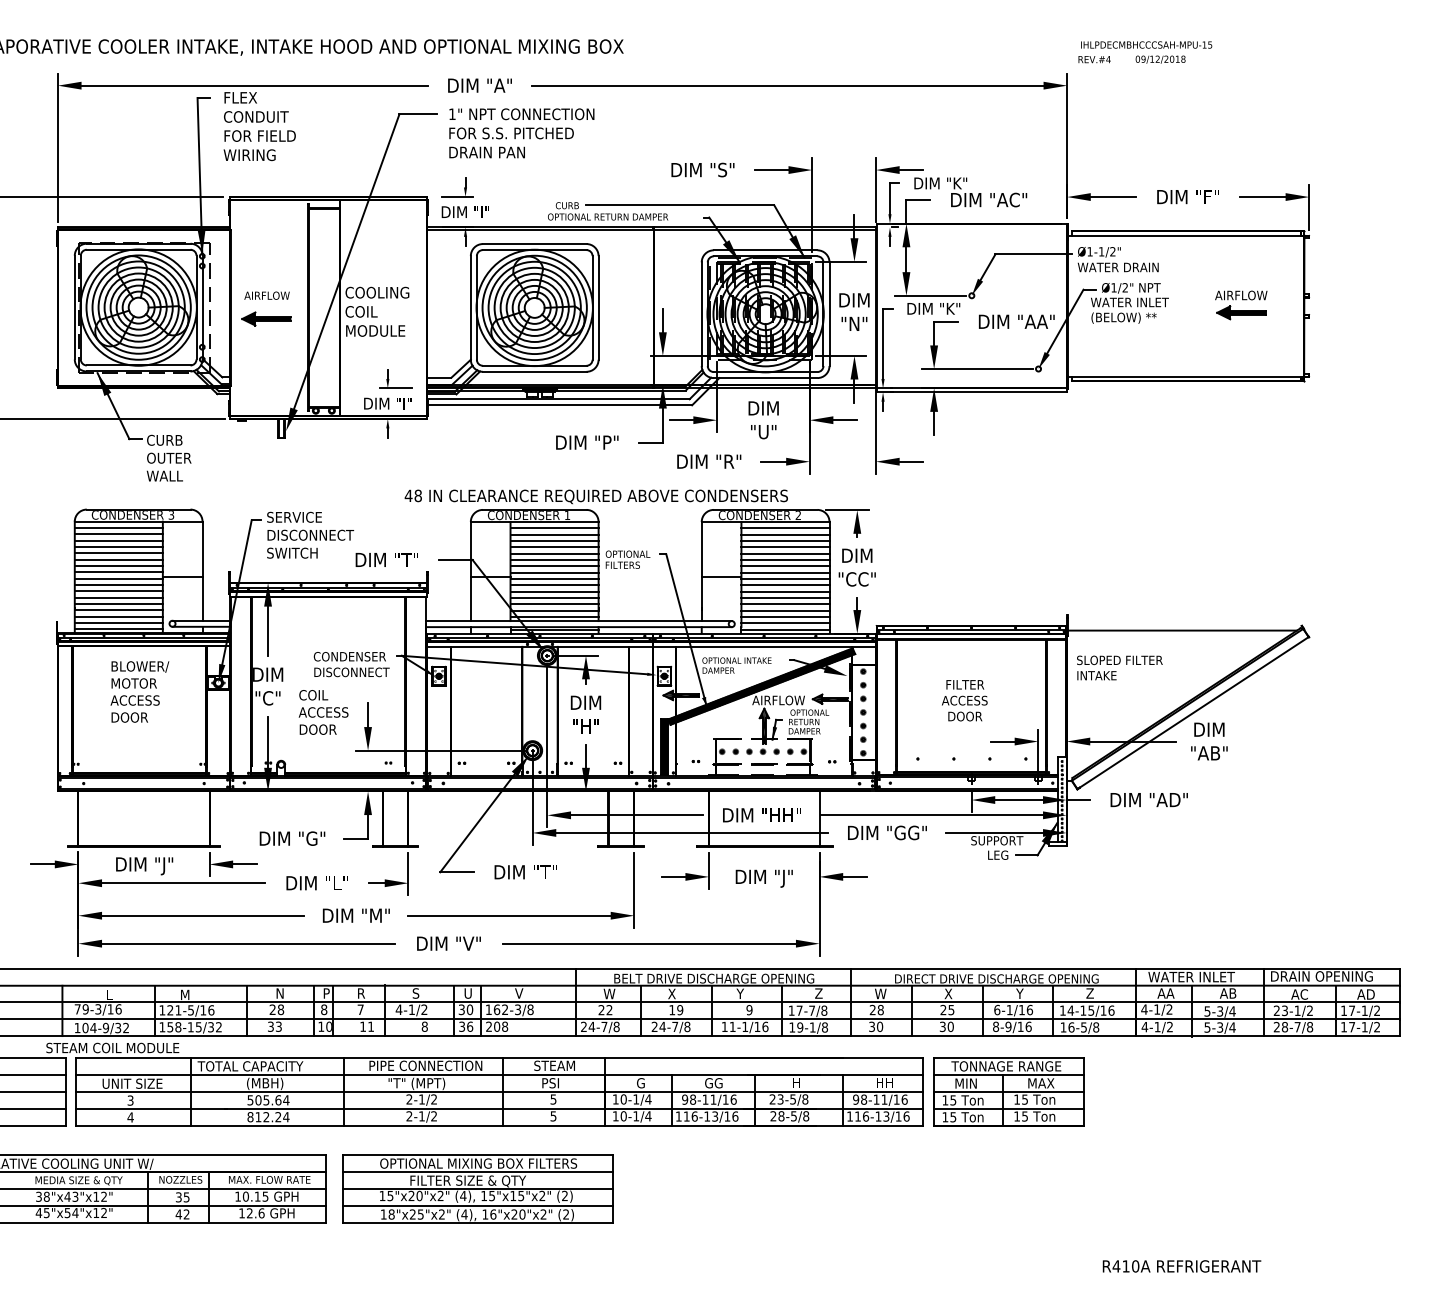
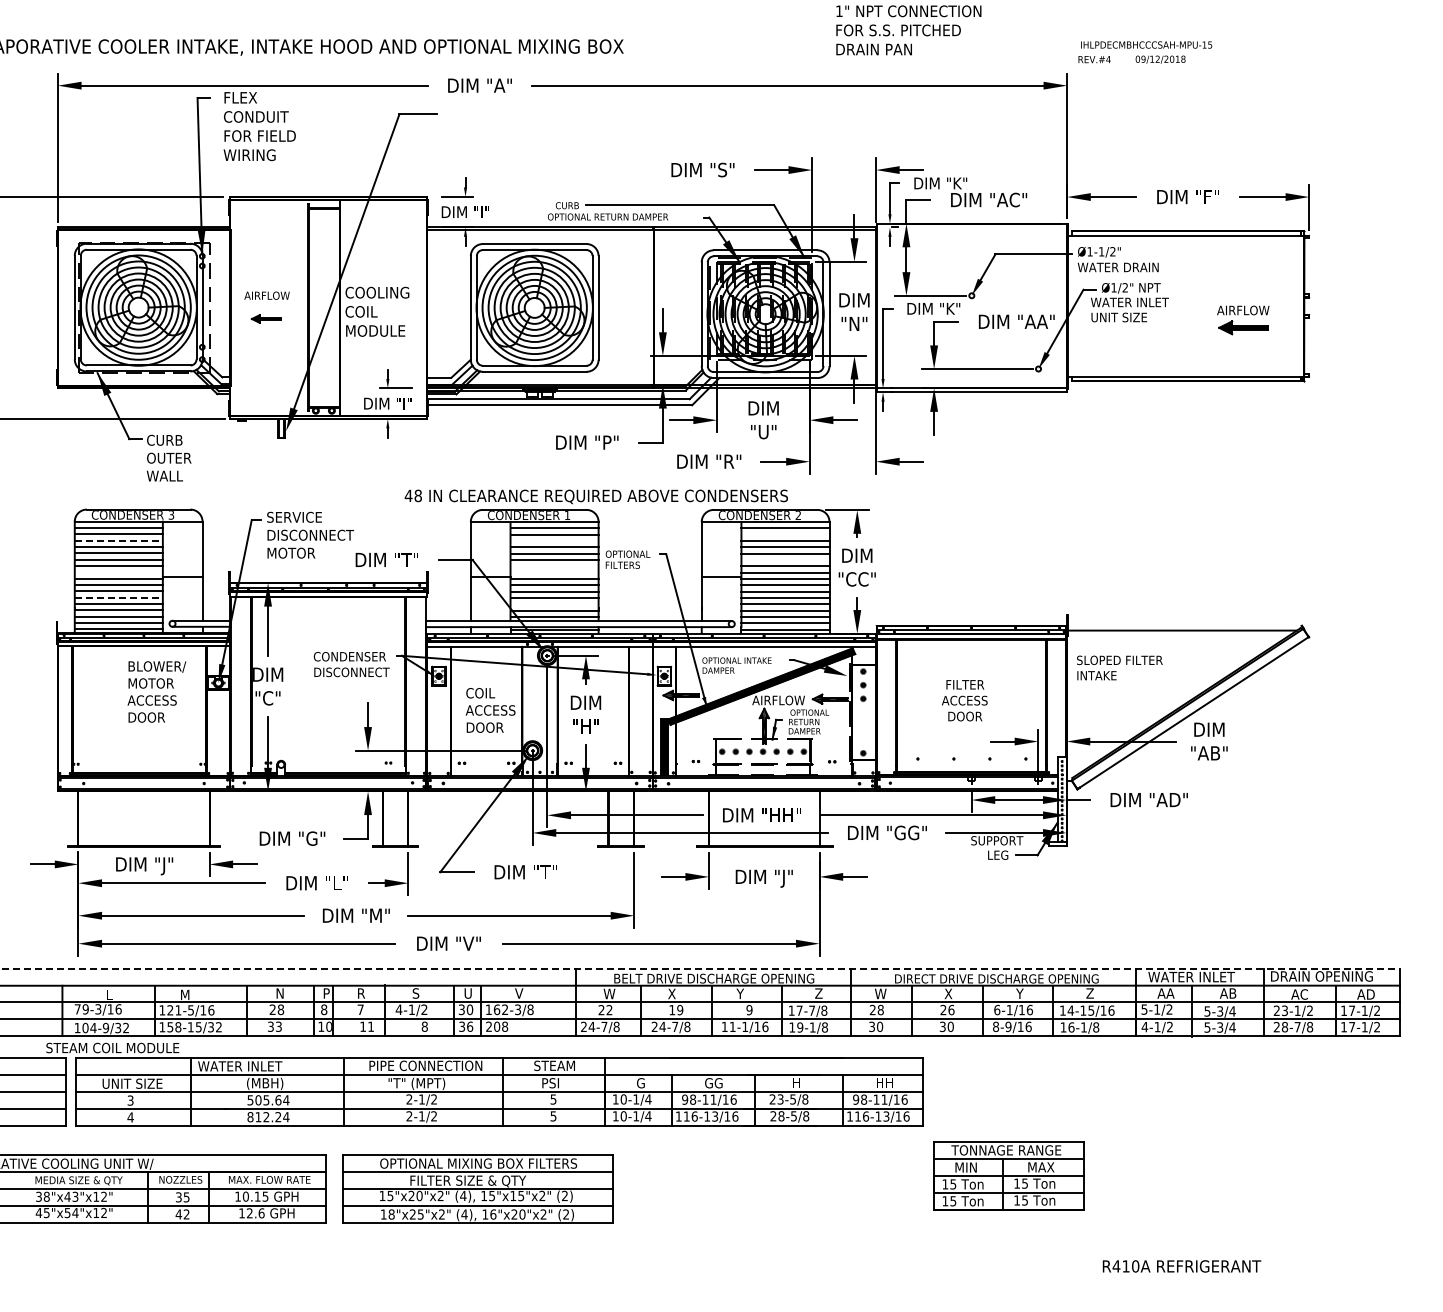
text at (521, 133) position: (521, 133) -> (908, 30)
part at (1241, 305) position: (1241, 305) -> (1243, 320)
text at (1123, 317): (BELOW) ** -> UNIT SIZE
part at (266, 318) size: 51x16 px -> 32x10 px
line at (785, 534): present -> none
line at (119, 540): solid -> dashed
line at (554, 540): present -> none
text at (292, 552): SWITCH -> MOTOR
line at (785, 559): present -> none
line at (554, 566): present -> none
line at (118, 572): present -> none
line at (554, 572): present -> none
line at (119, 597): solid -> dashed
line at (554, 604): present -> none
text at (139, 691) position: (139, 691) -> (156, 691)
text at (323, 712) position: (323, 712) -> (490, 710)
part at (863, 725): present -> none
line at (699, 968): solid -> dashed
text at (951, 1009): 25 -> 26
text at (1144, 1009): 4-1/2 -> 5-1/2
text at (1083, 1027): 16-5/8 -> 16-1/8
text at (250, 1066): TOTAL CAPACITY -> WATER INLET
part at (1008, 1091) position: (1008, 1091) -> (1008, 1175)
